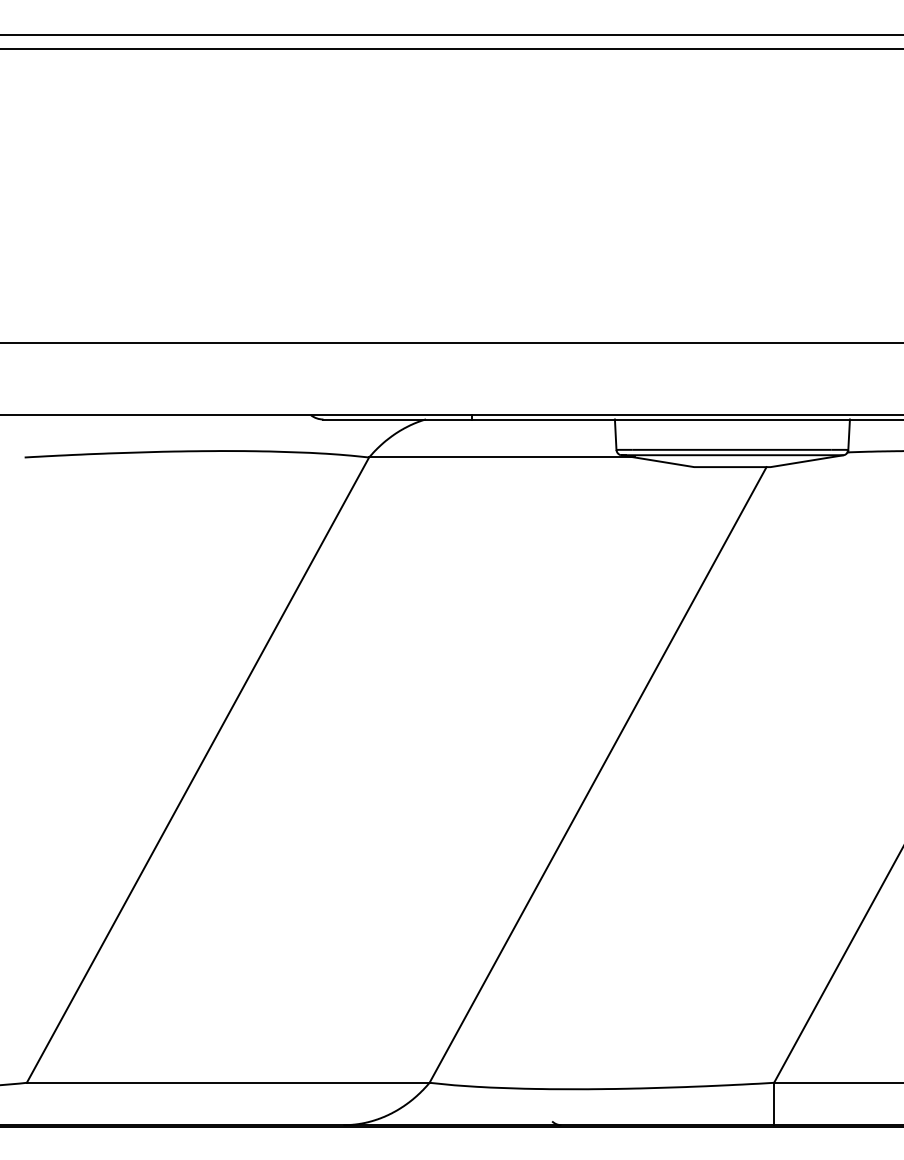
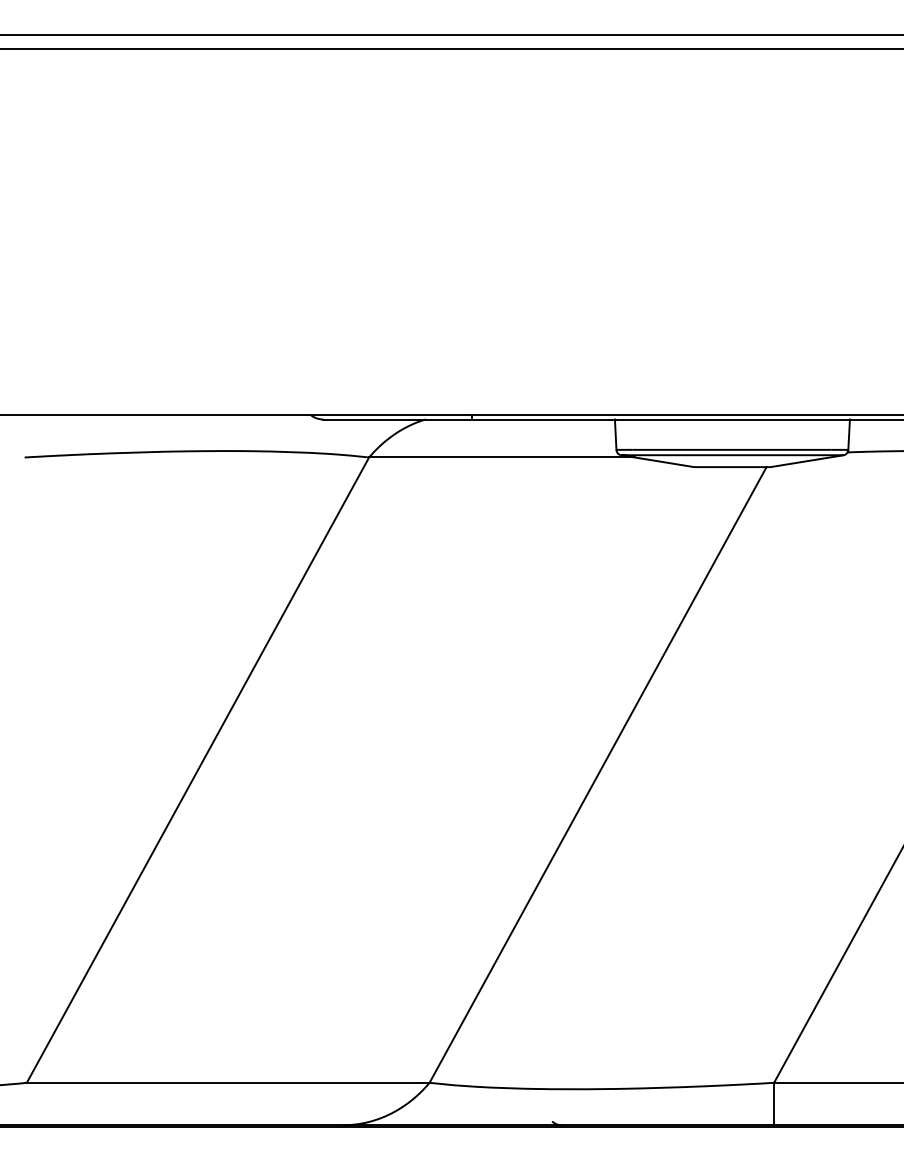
line at (451, 342): present -> none
